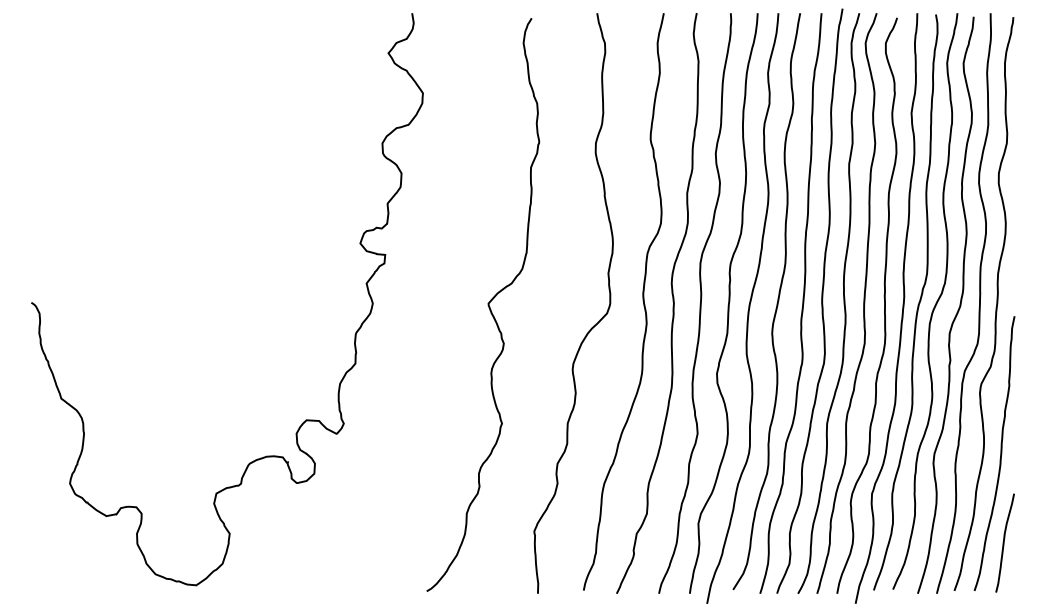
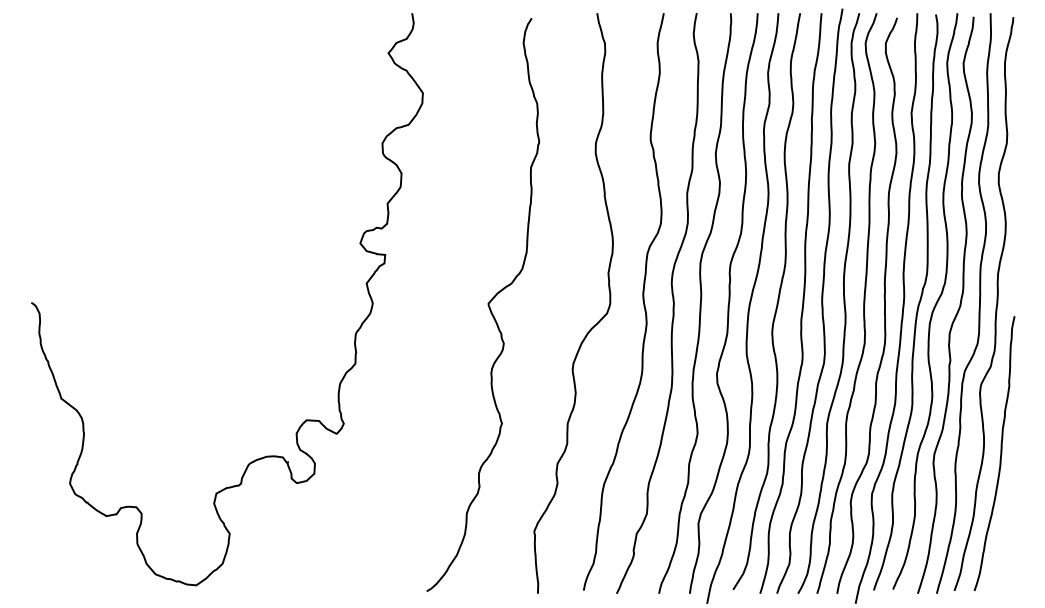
curve at (1004, 542): present -> none
